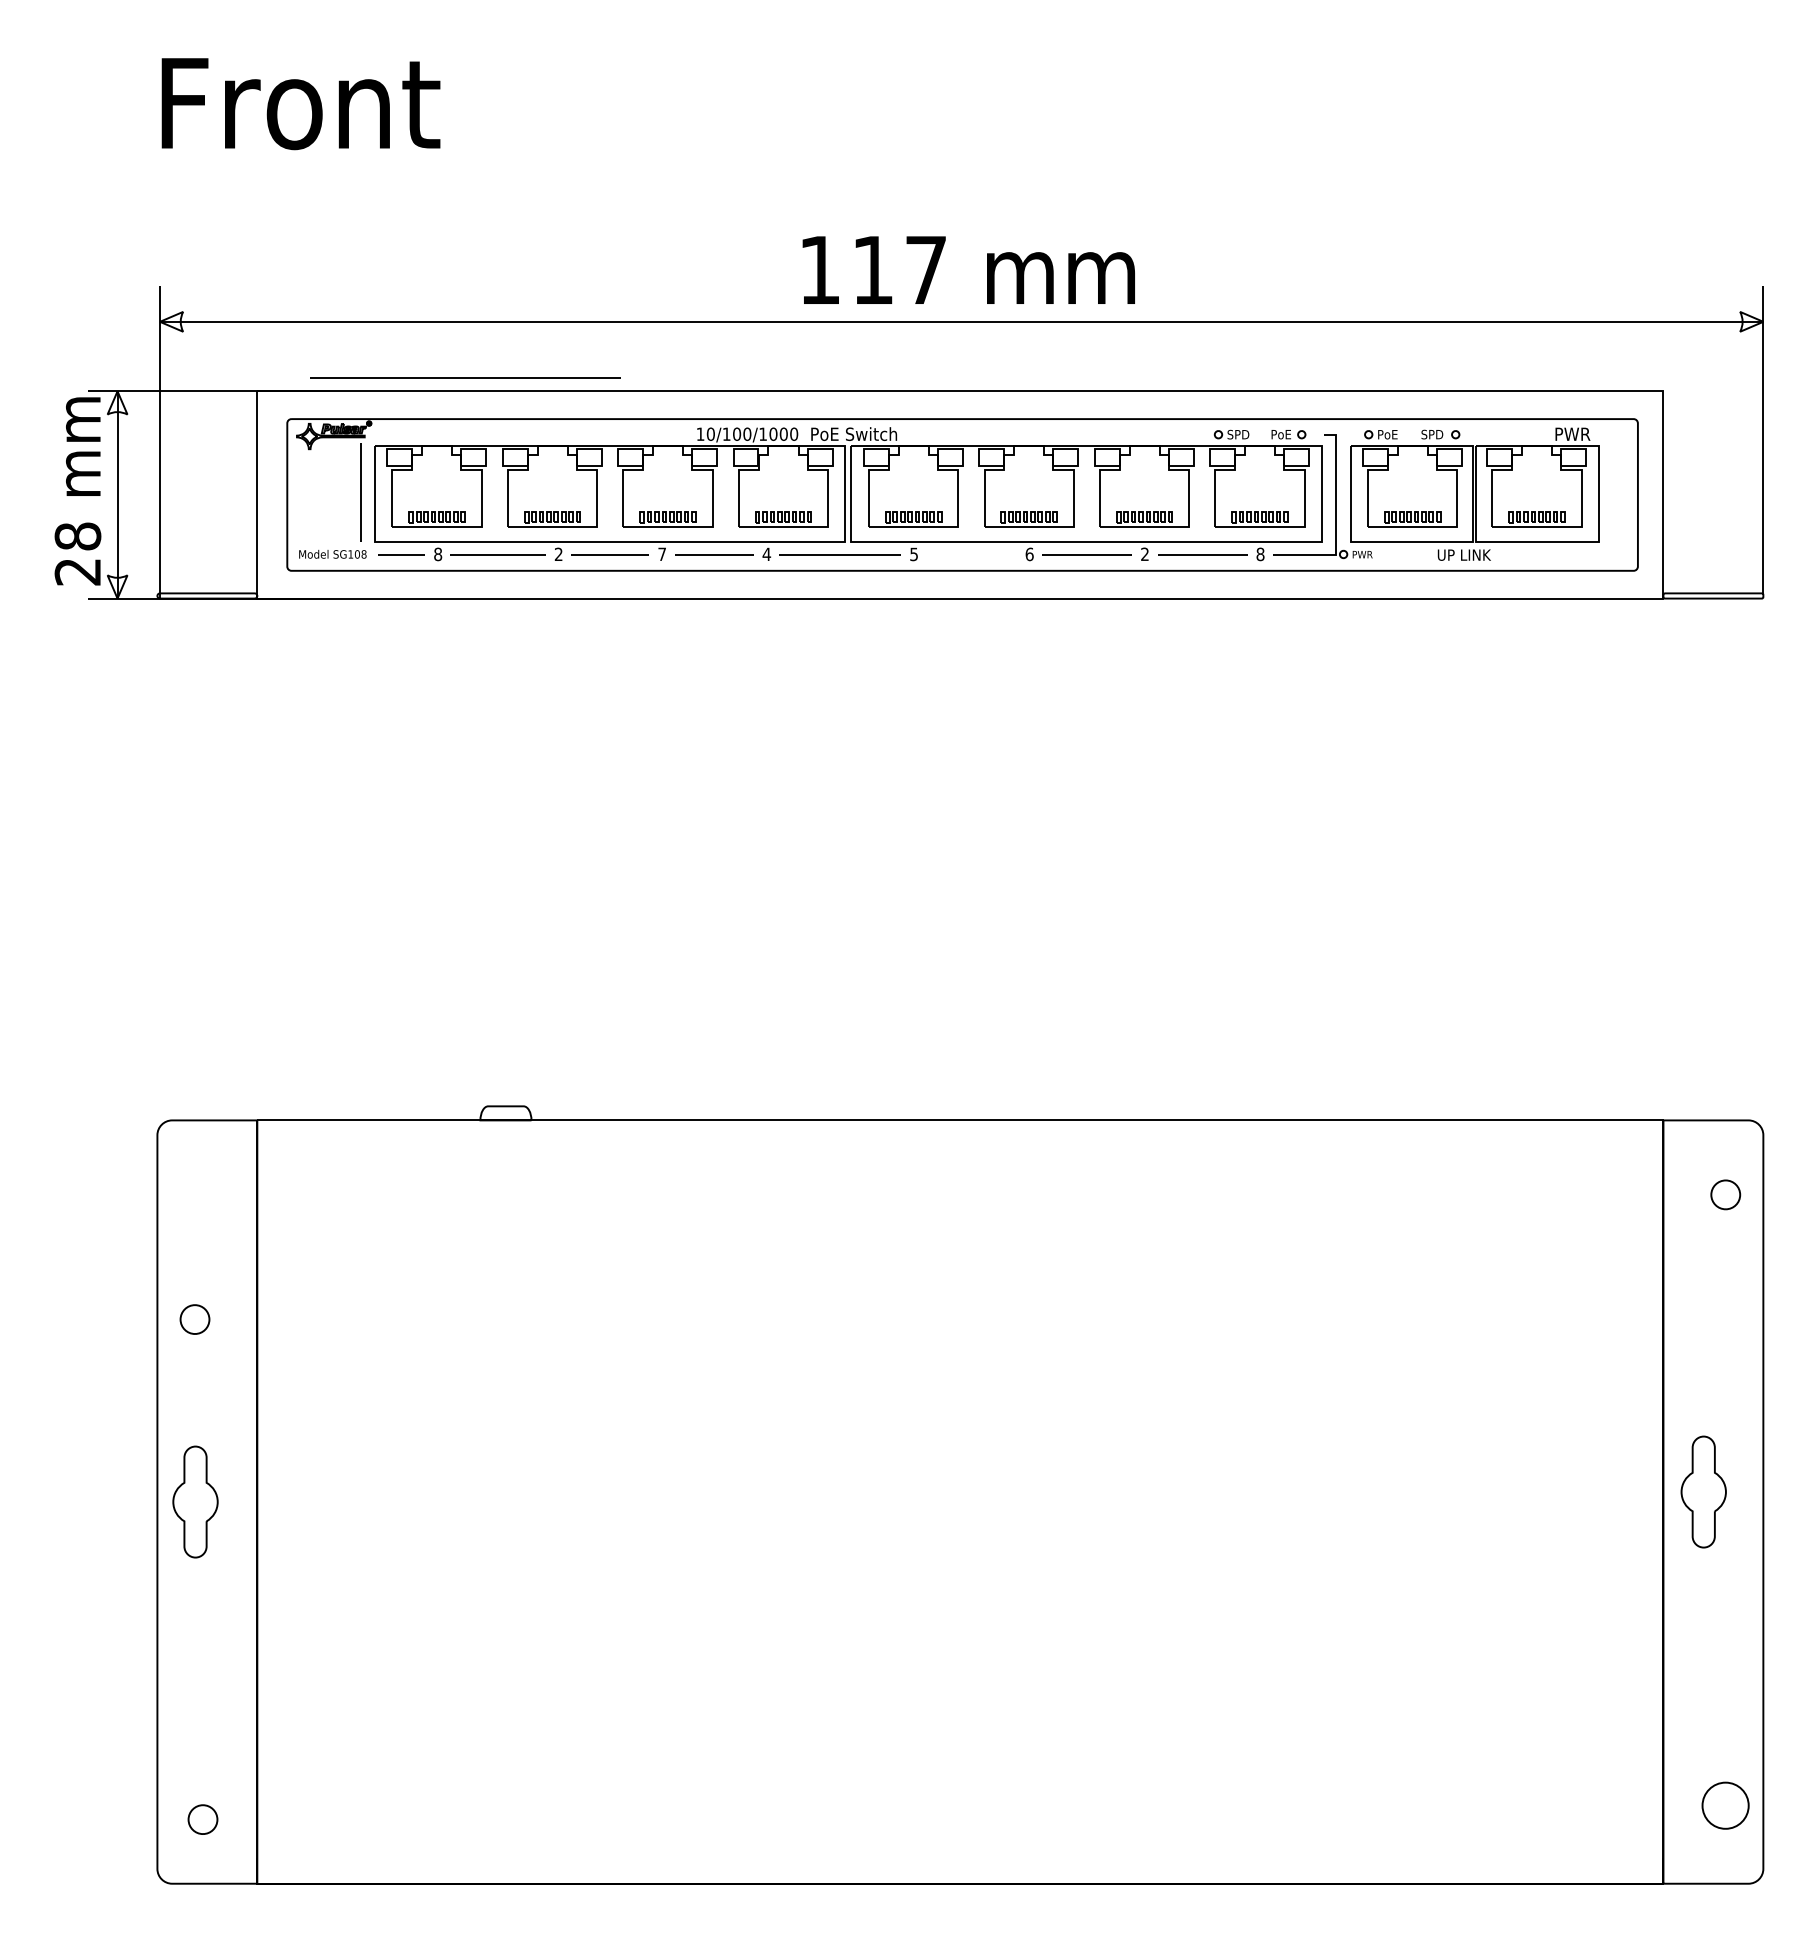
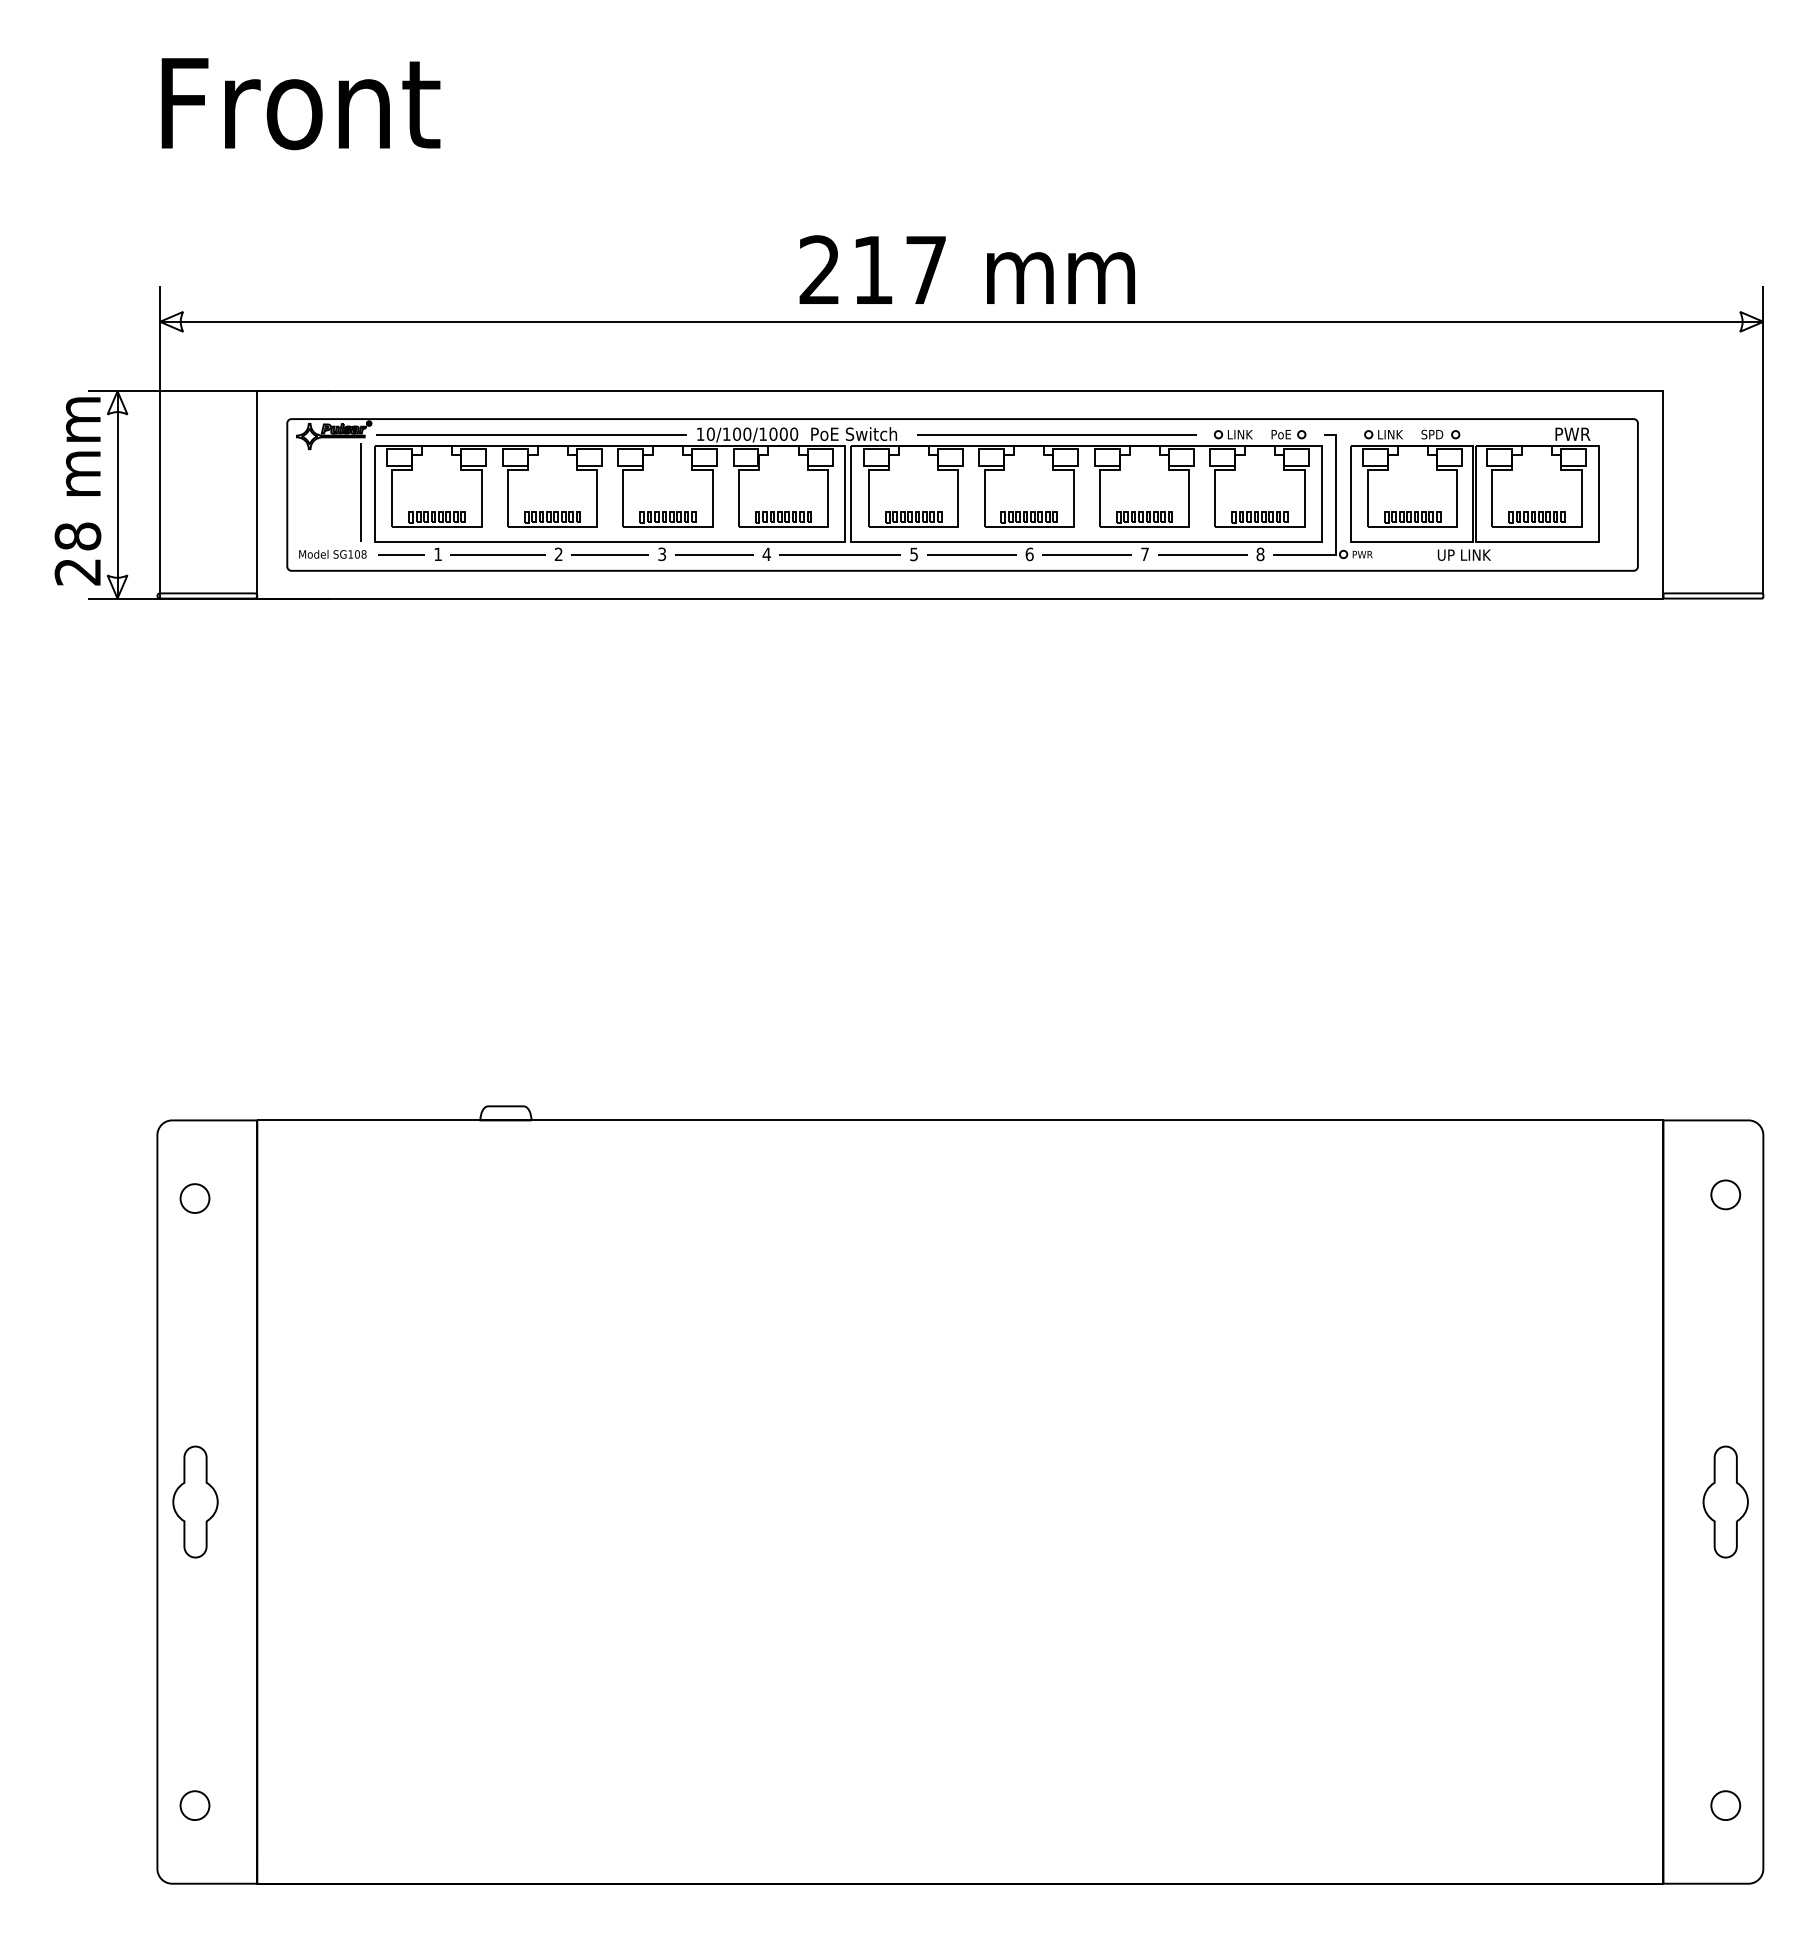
text at (818, 269): 117 -> 217
line at (465, 377) position: (465, 377) -> (531, 434)
line at (1056, 434): none -> present
text at (1239, 434): SPD -> LINK
text at (1390, 434): PoE -> LINK
text at (1144, 553): 2 -> 7
text at (438, 554): 8 -> 1
text at (662, 554): 7 -> 3
line at (971, 554): none -> present
part at (194, 1319) position: (194, 1319) -> (194, 1198)
part at (1703, 1491) position: (1703, 1491) -> (1725, 1501)
part at (1725, 1805) size: 49x49 px -> 32x31 px
part at (202, 1819) position: (202, 1819) -> (194, 1805)
